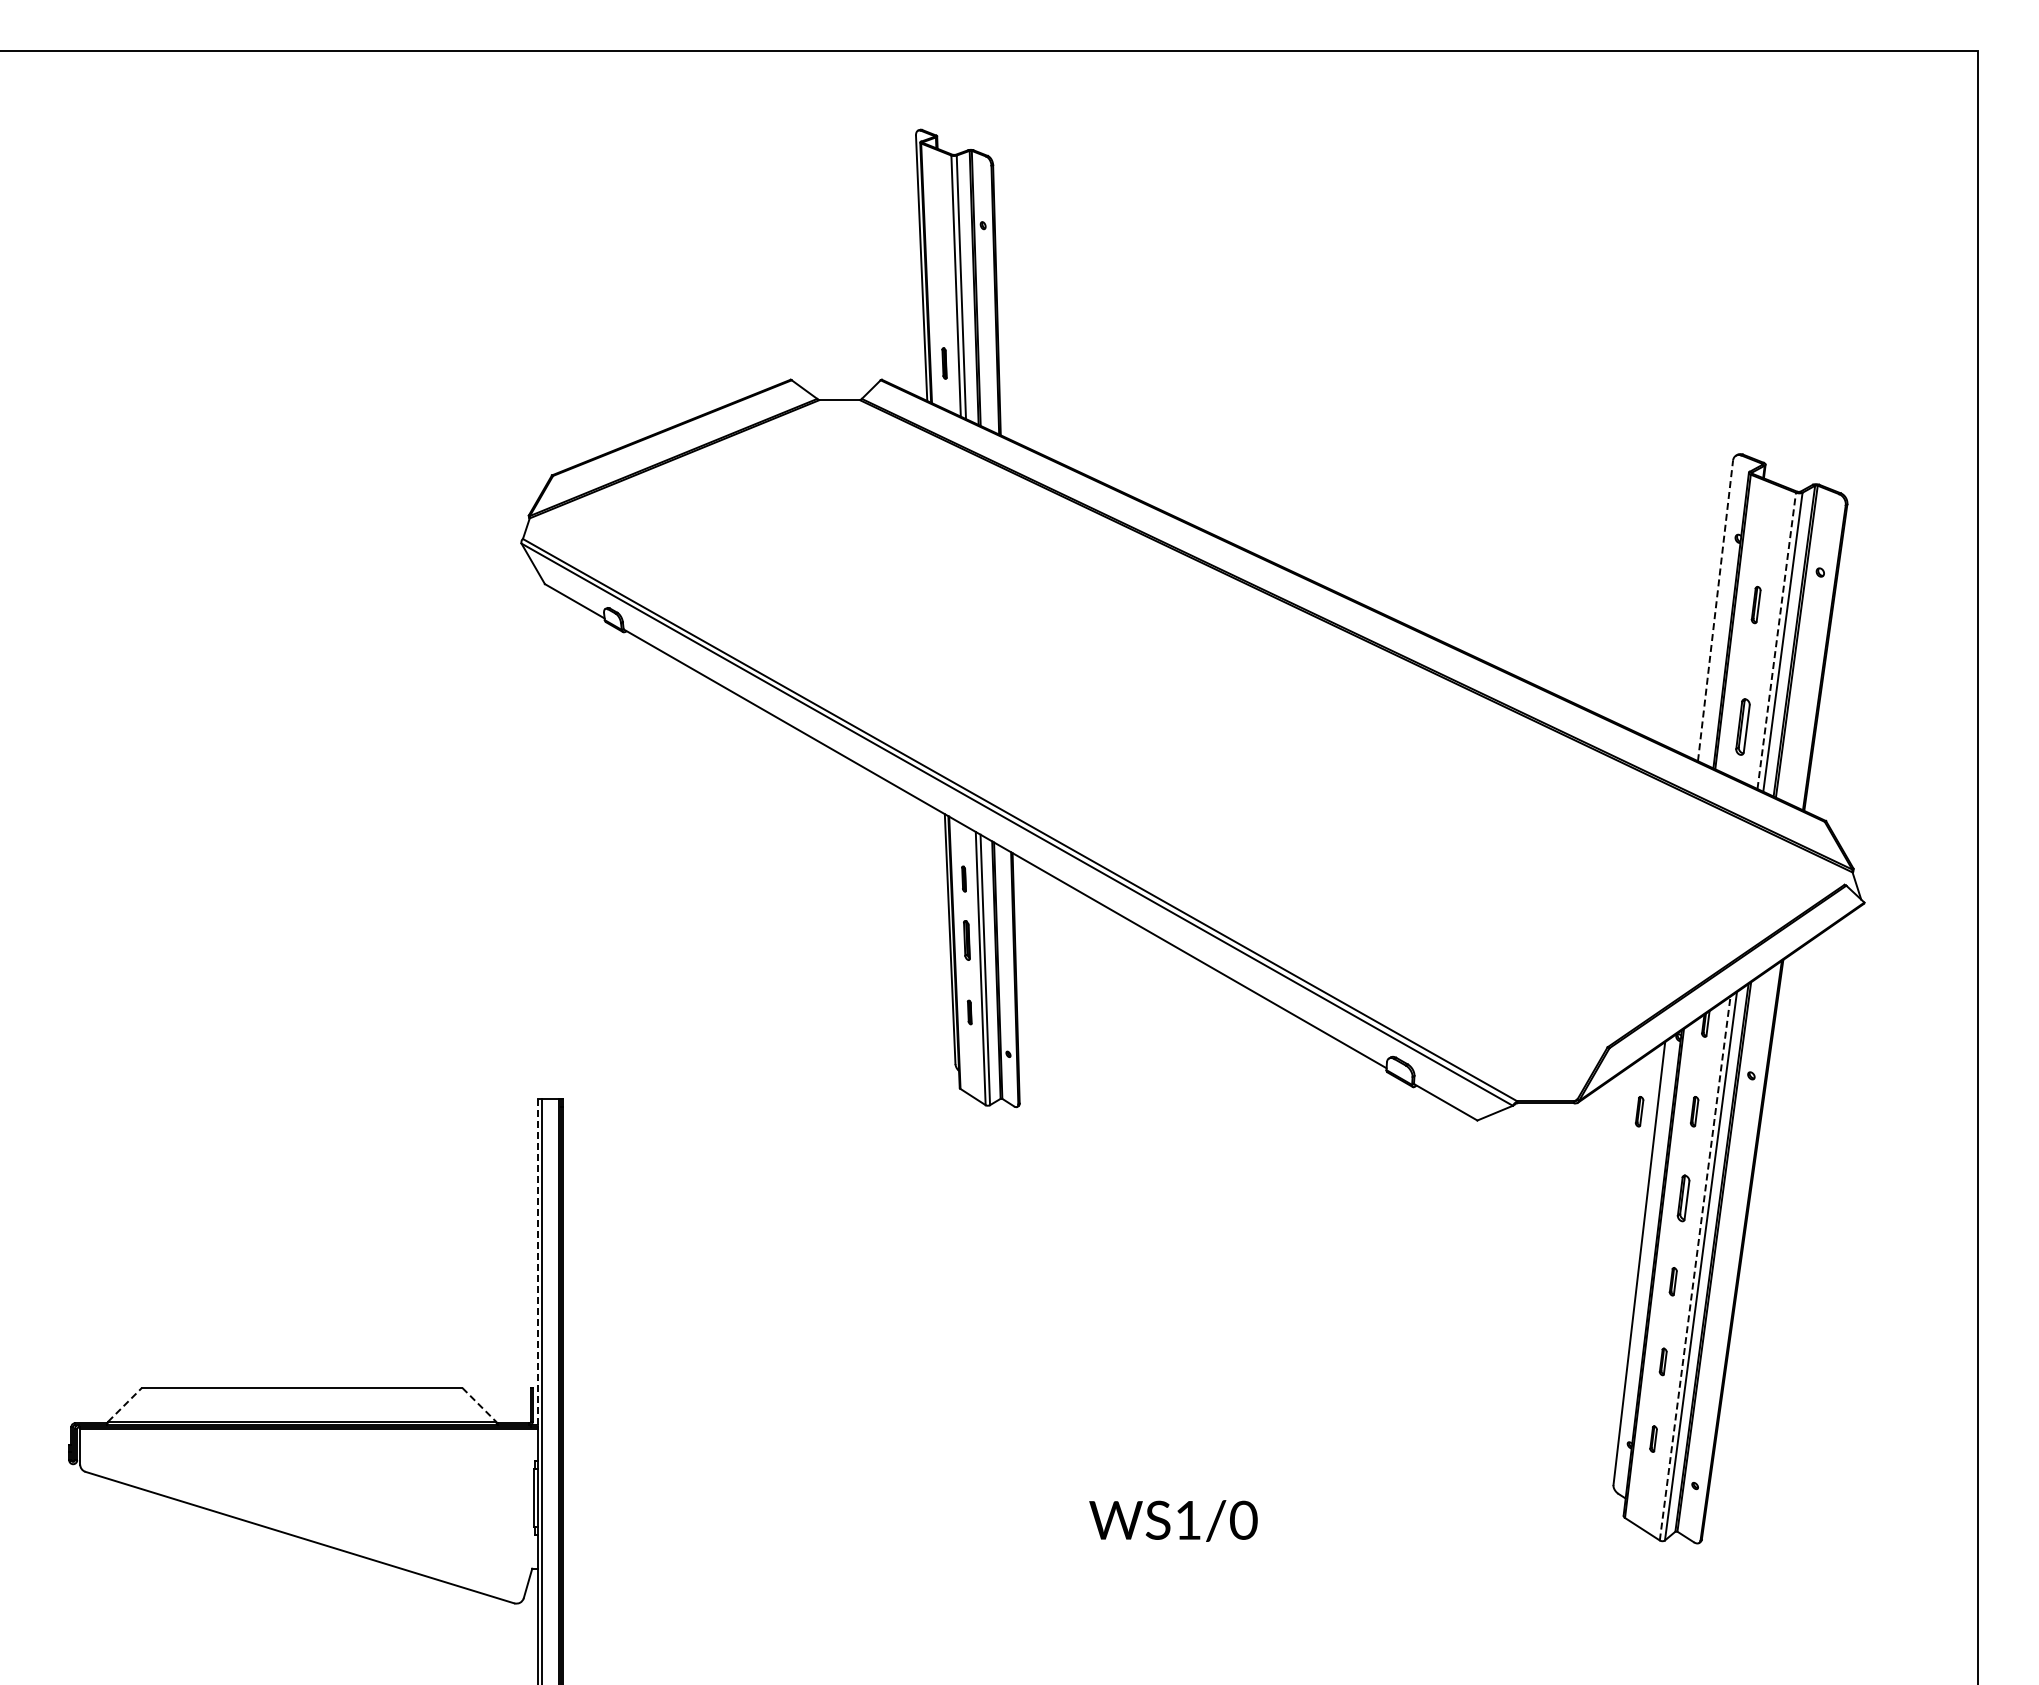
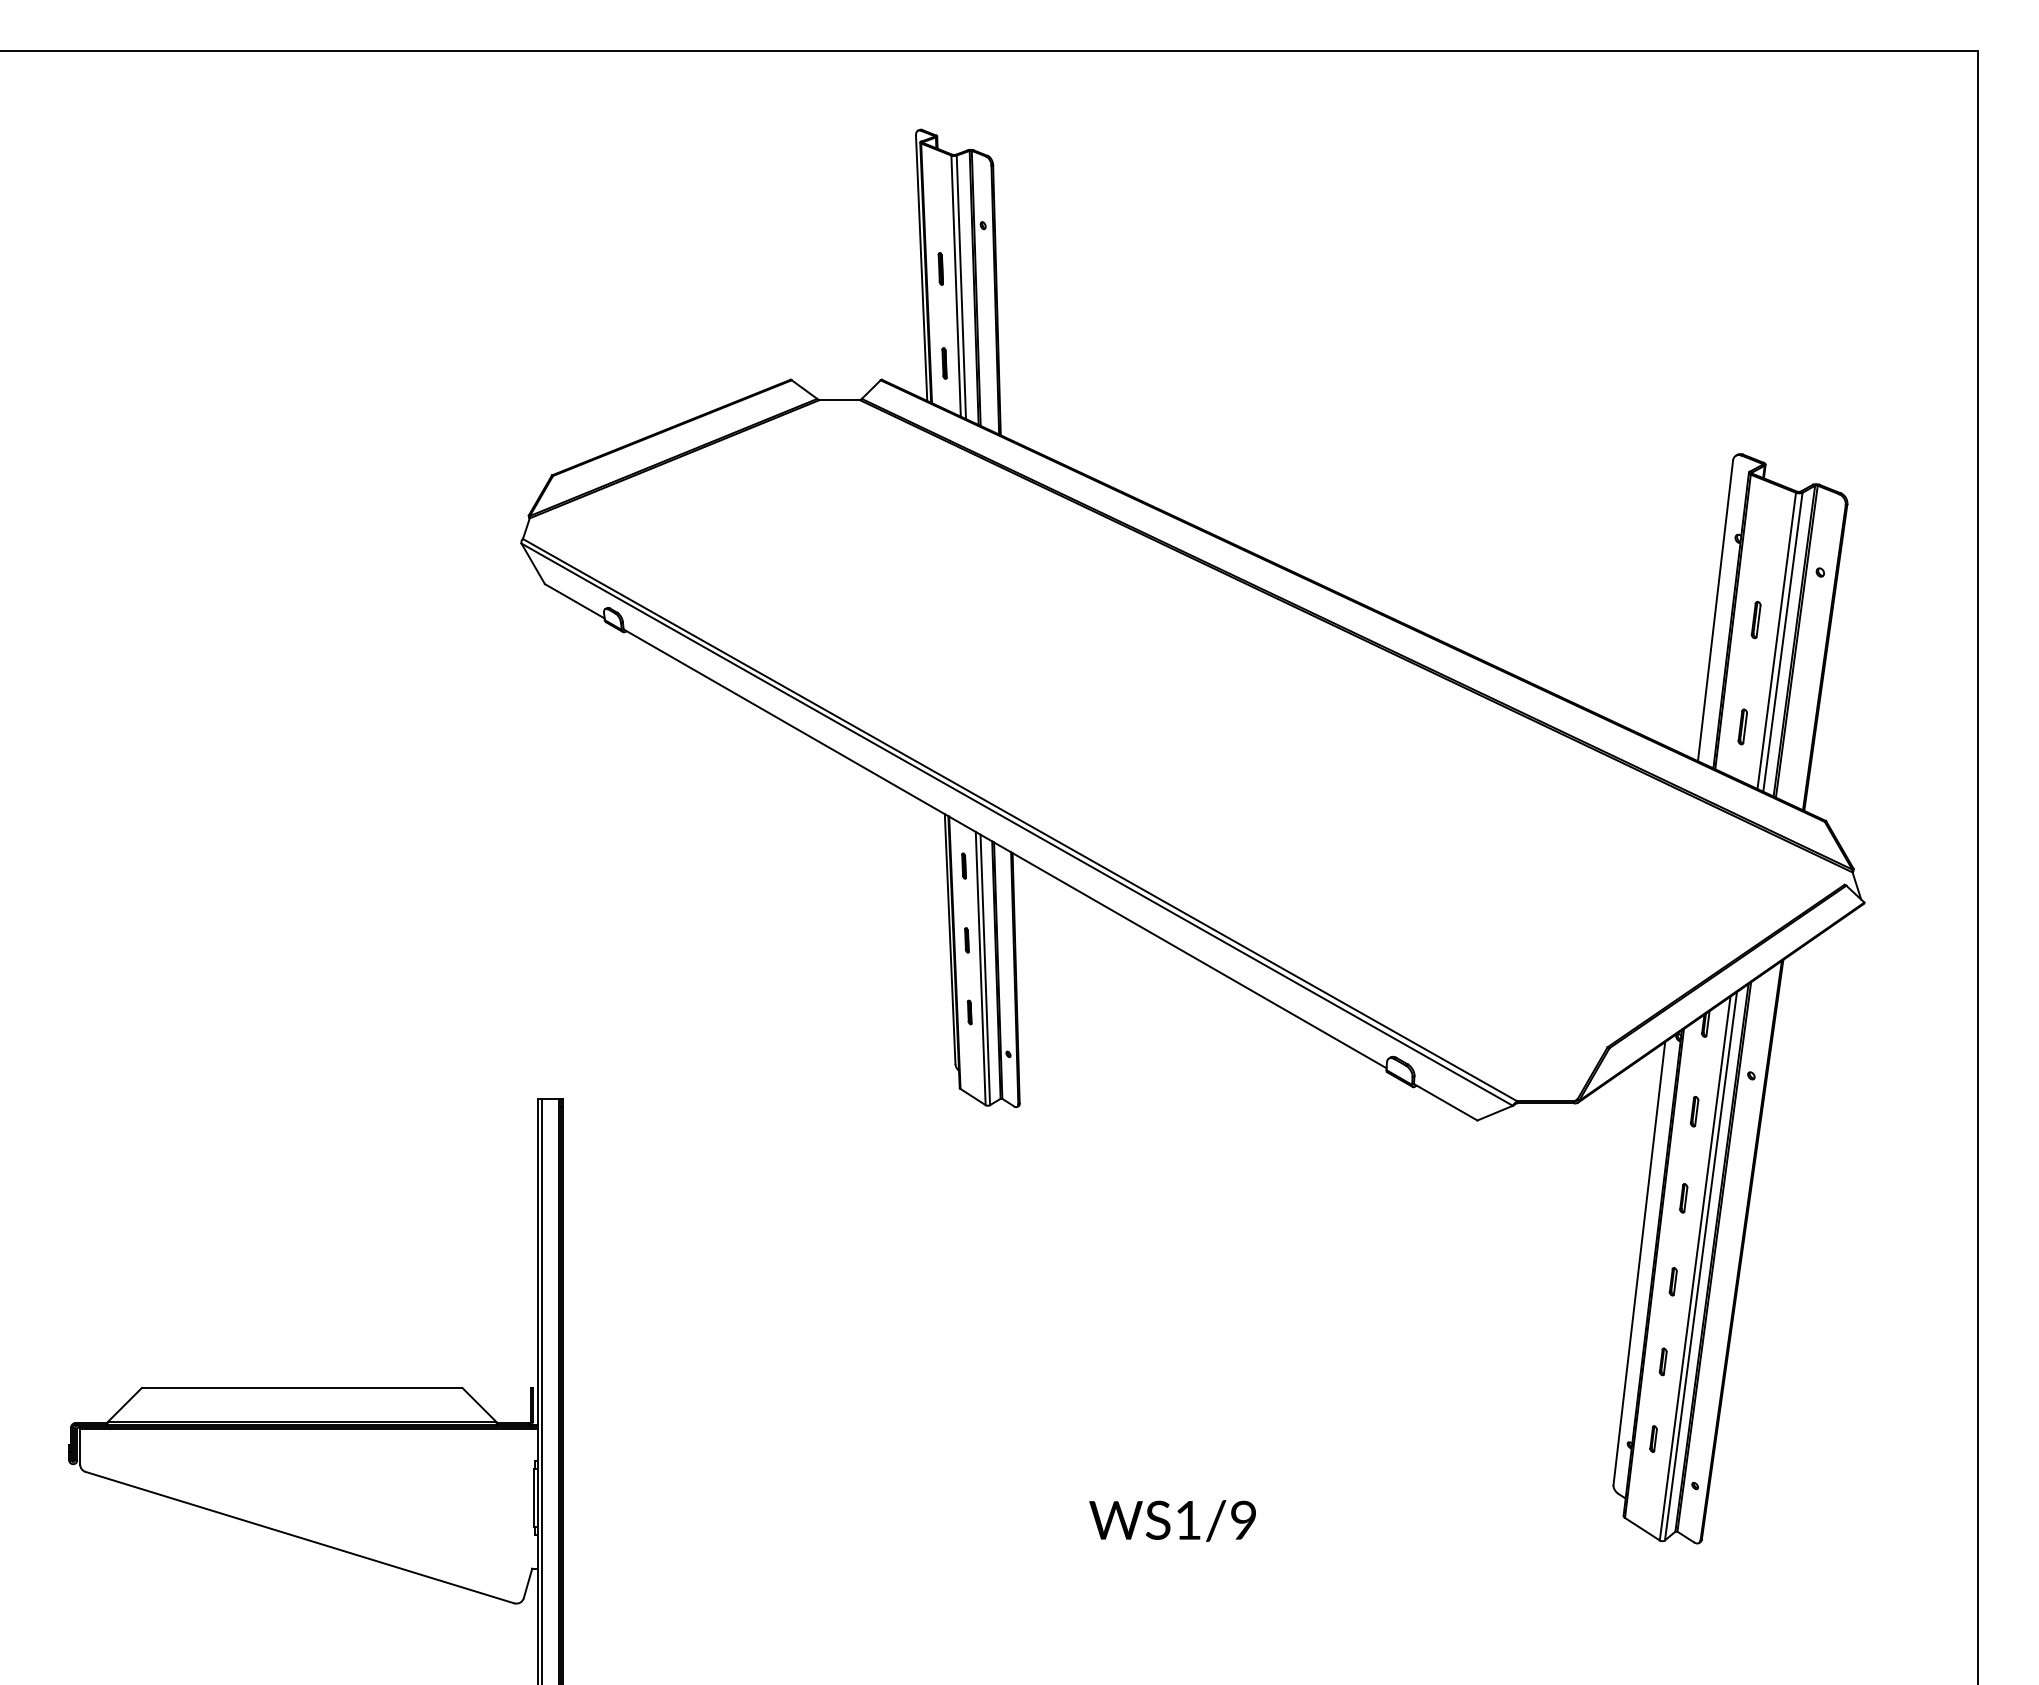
part at (940, 268): none -> present
part at (1755, 604) position: (1755, 604) -> (1755, 619)
line at (1715, 610): dashed -> solid
line at (1776, 640): dashed -> solid
part at (1742, 726) size: 16x58 px -> 11x38 px
part at (963, 878) position: (963, 878) -> (963, 865)
part at (966, 940) size: 8x41 px -> 6x27 px
part at (1639, 1111): present -> none
part at (1683, 1198) size: 15x49 px -> 10x31 px
line at (537, 1261): dashed -> solid
line at (1695, 1268): dashed -> solid
line at (125, 1404): dashed -> solid
line at (479, 1404): dashed -> solid
text at (1243, 1520): WS1/0 -> WS1/9
